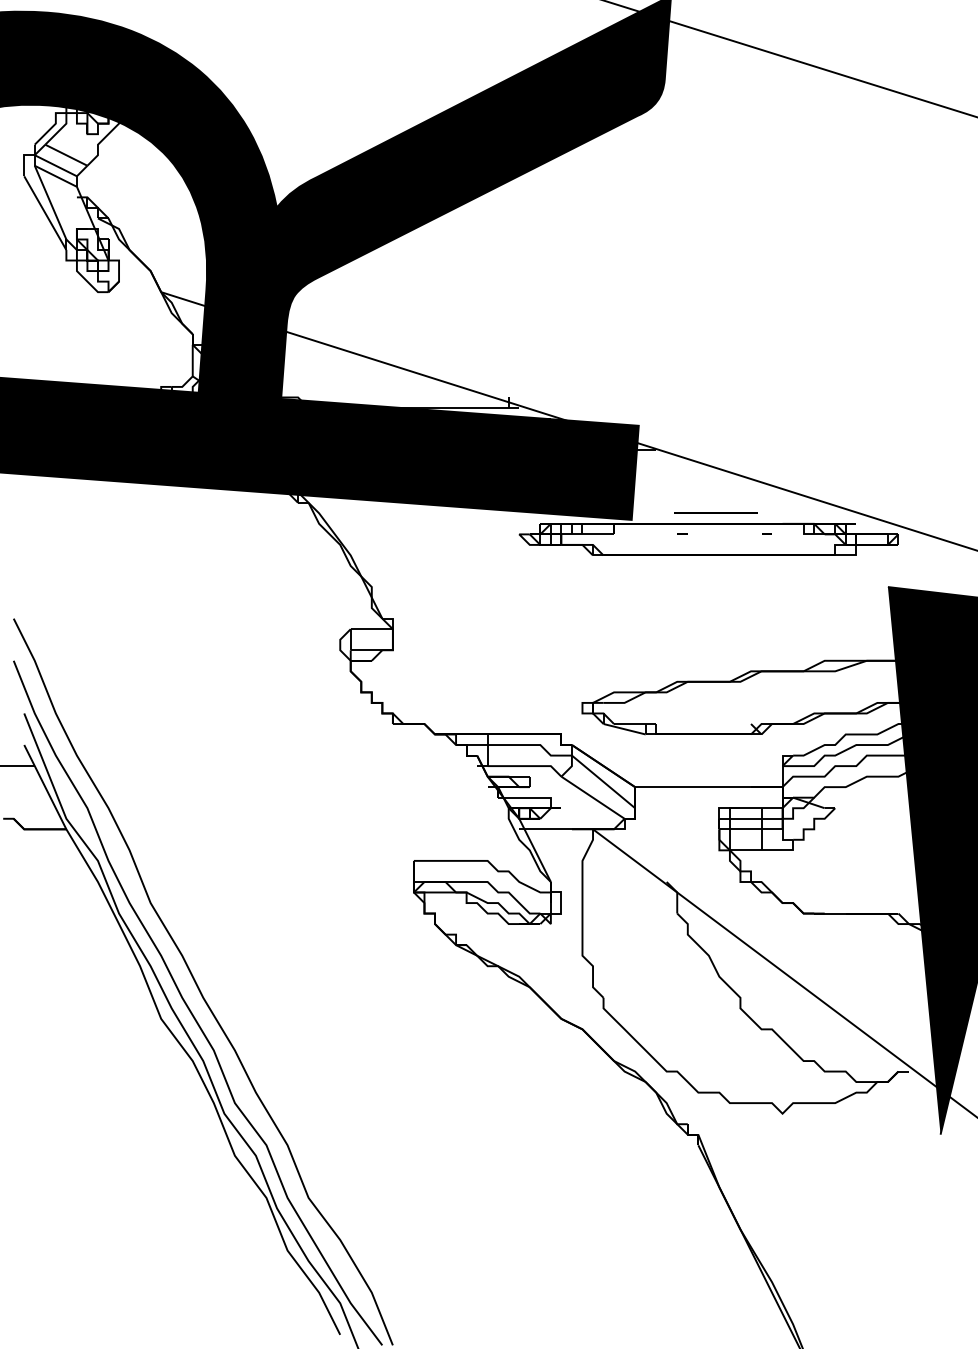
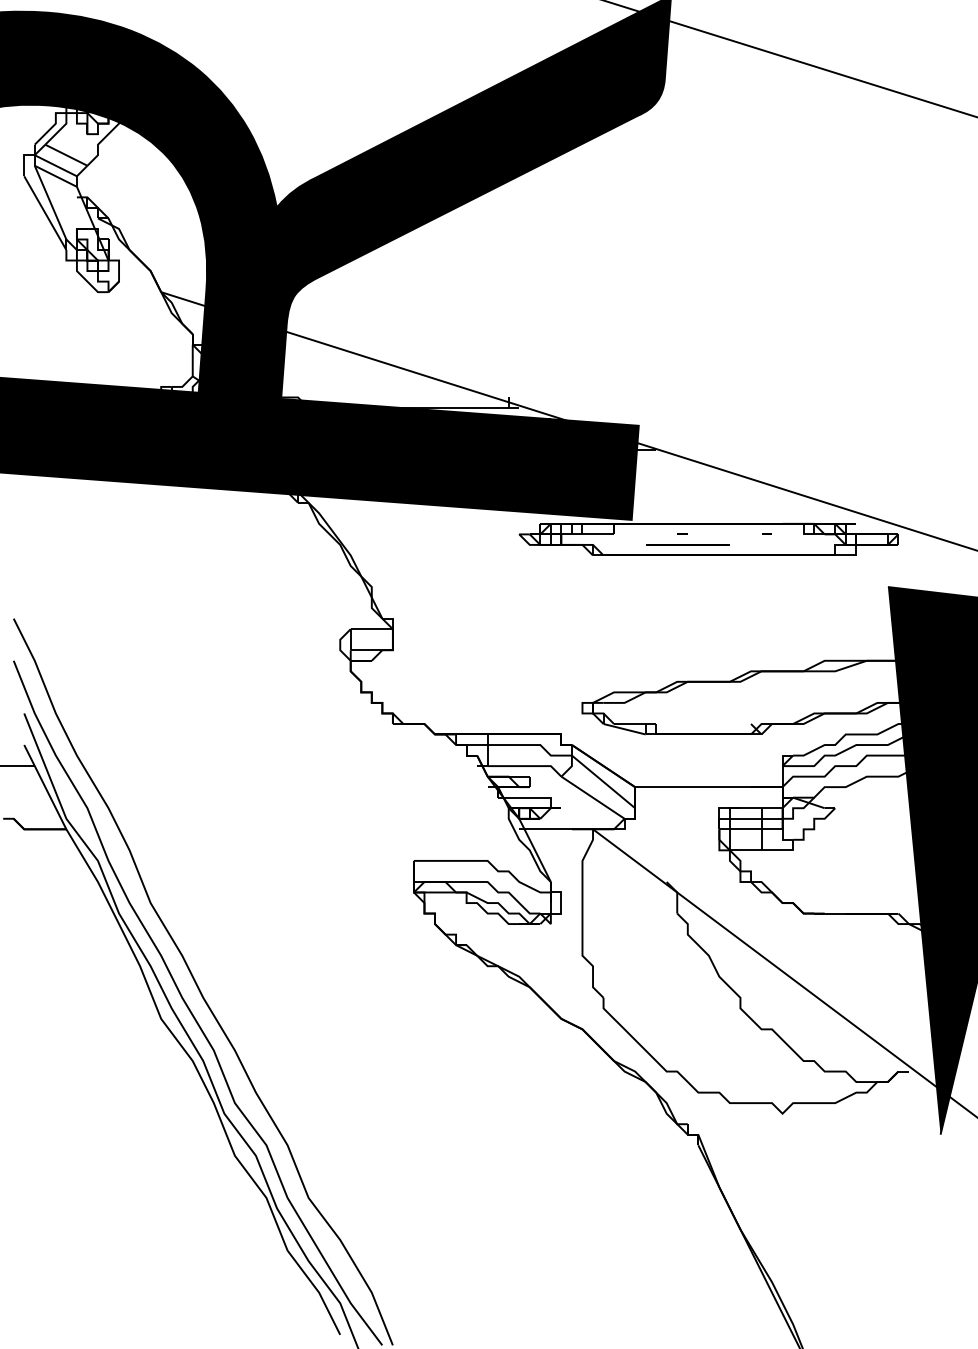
line at (715, 512) position: (715, 512) -> (687, 544)
